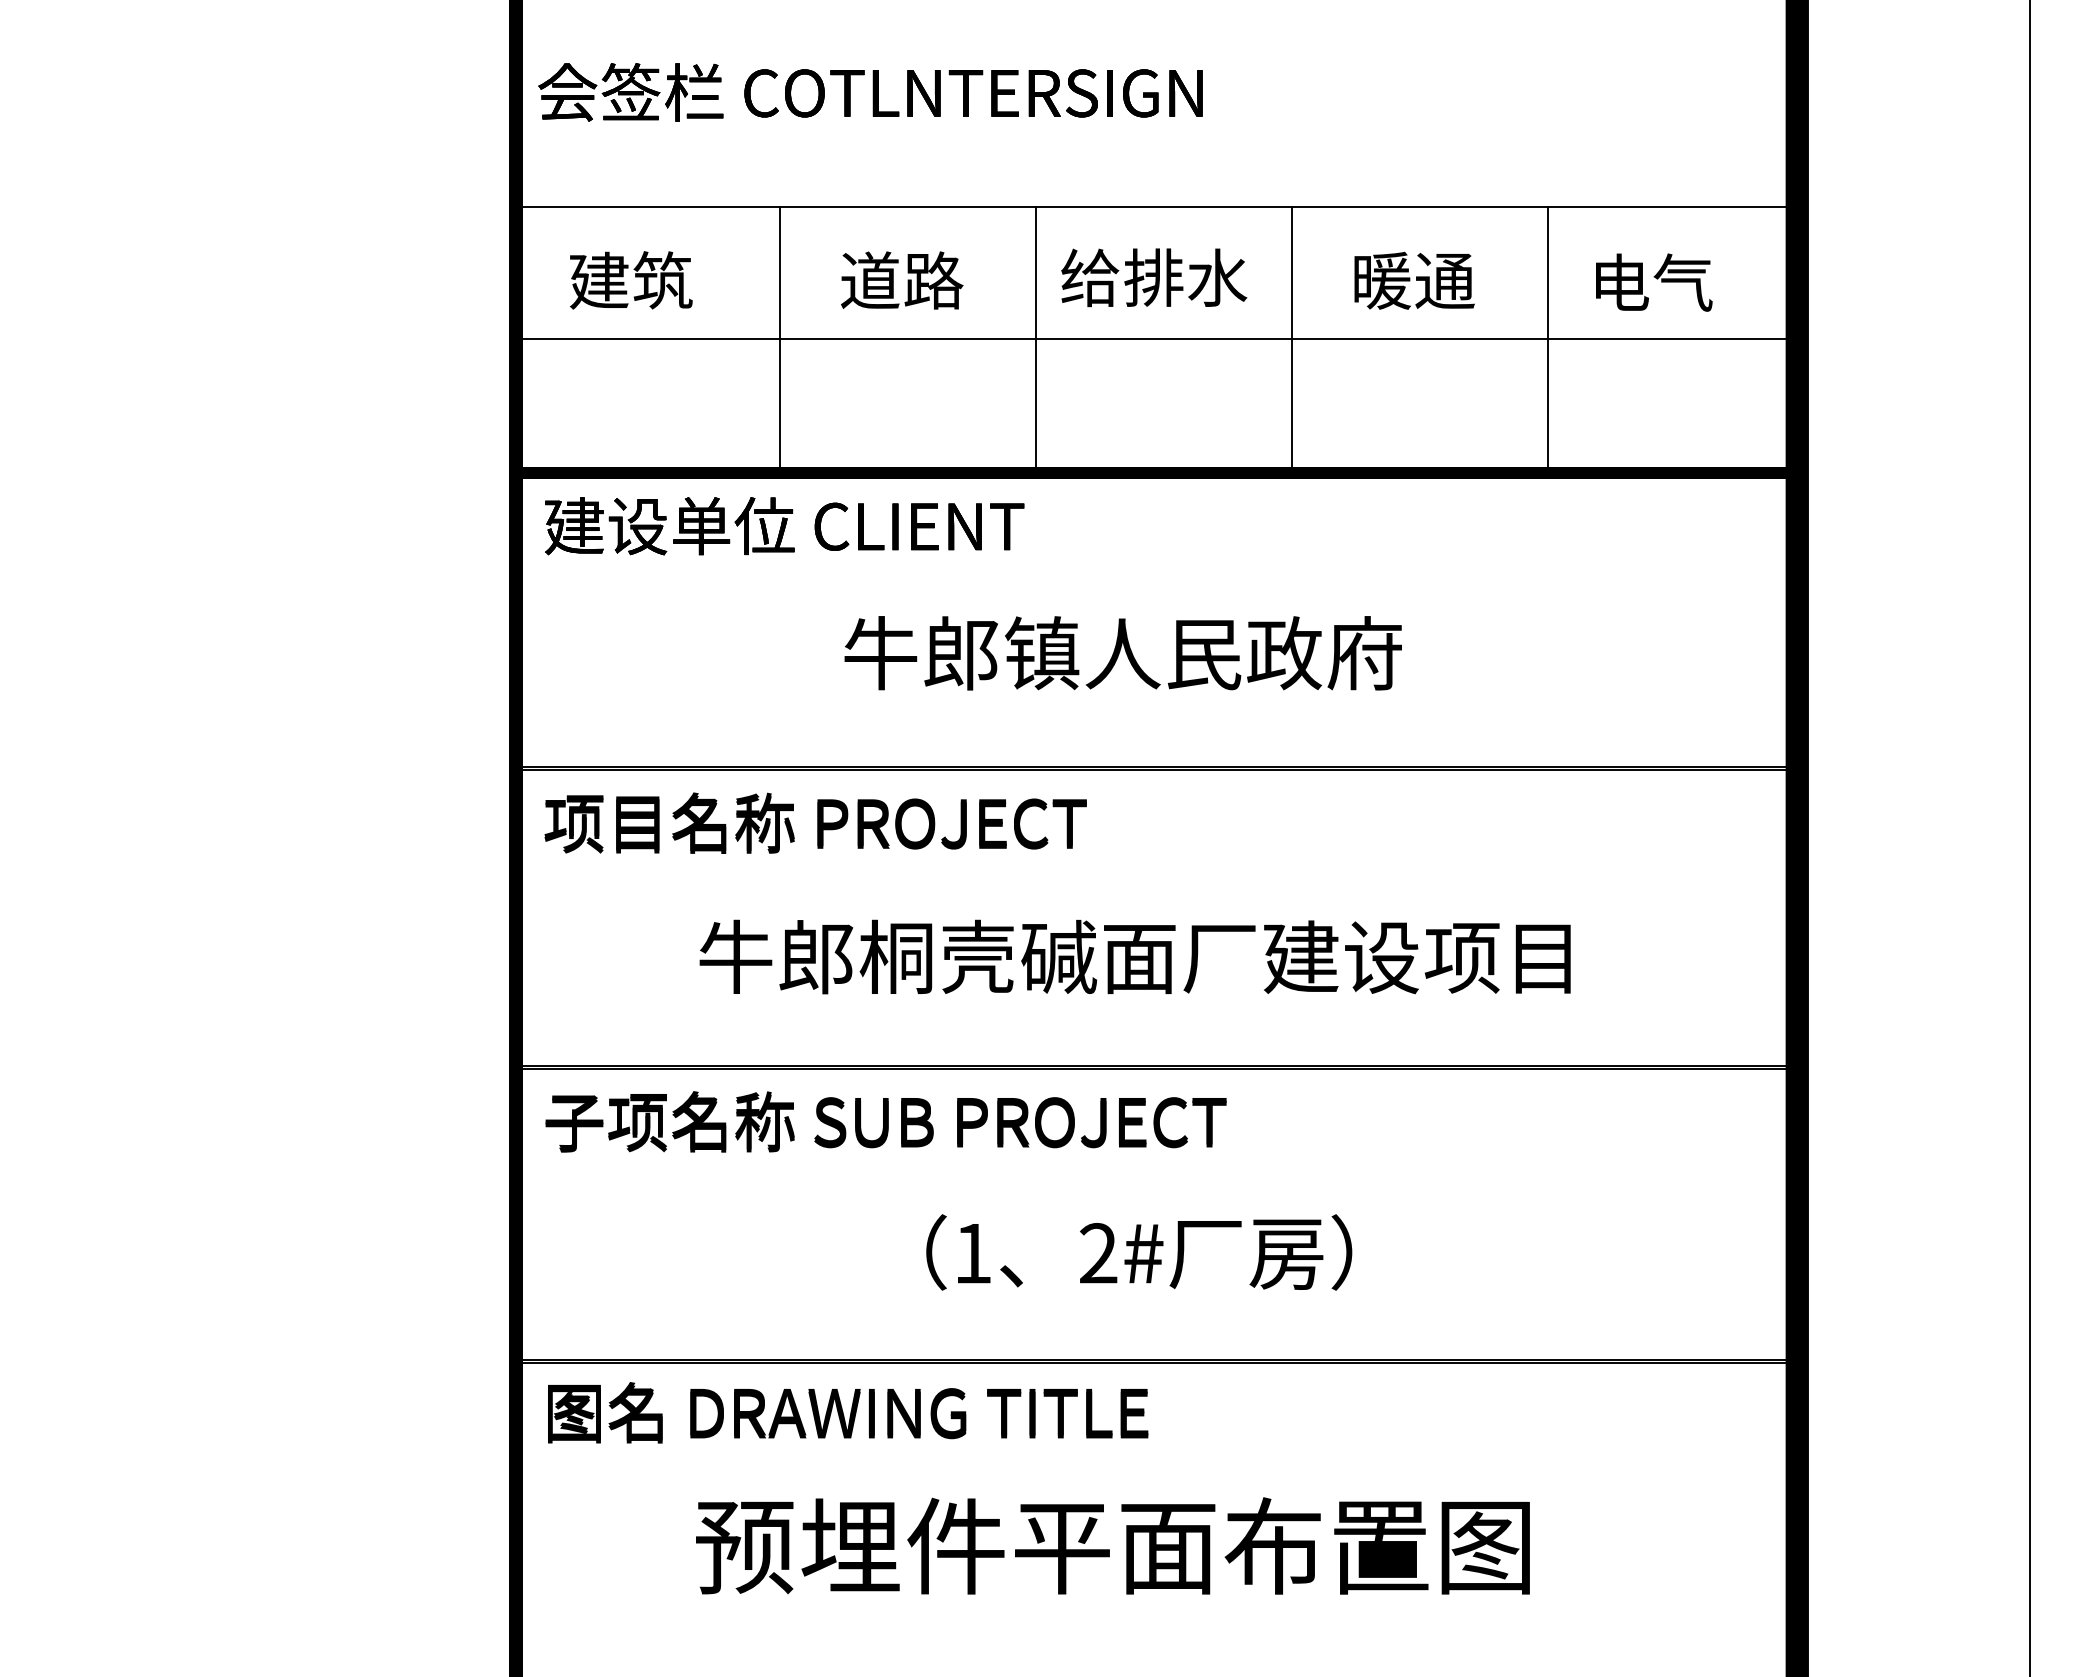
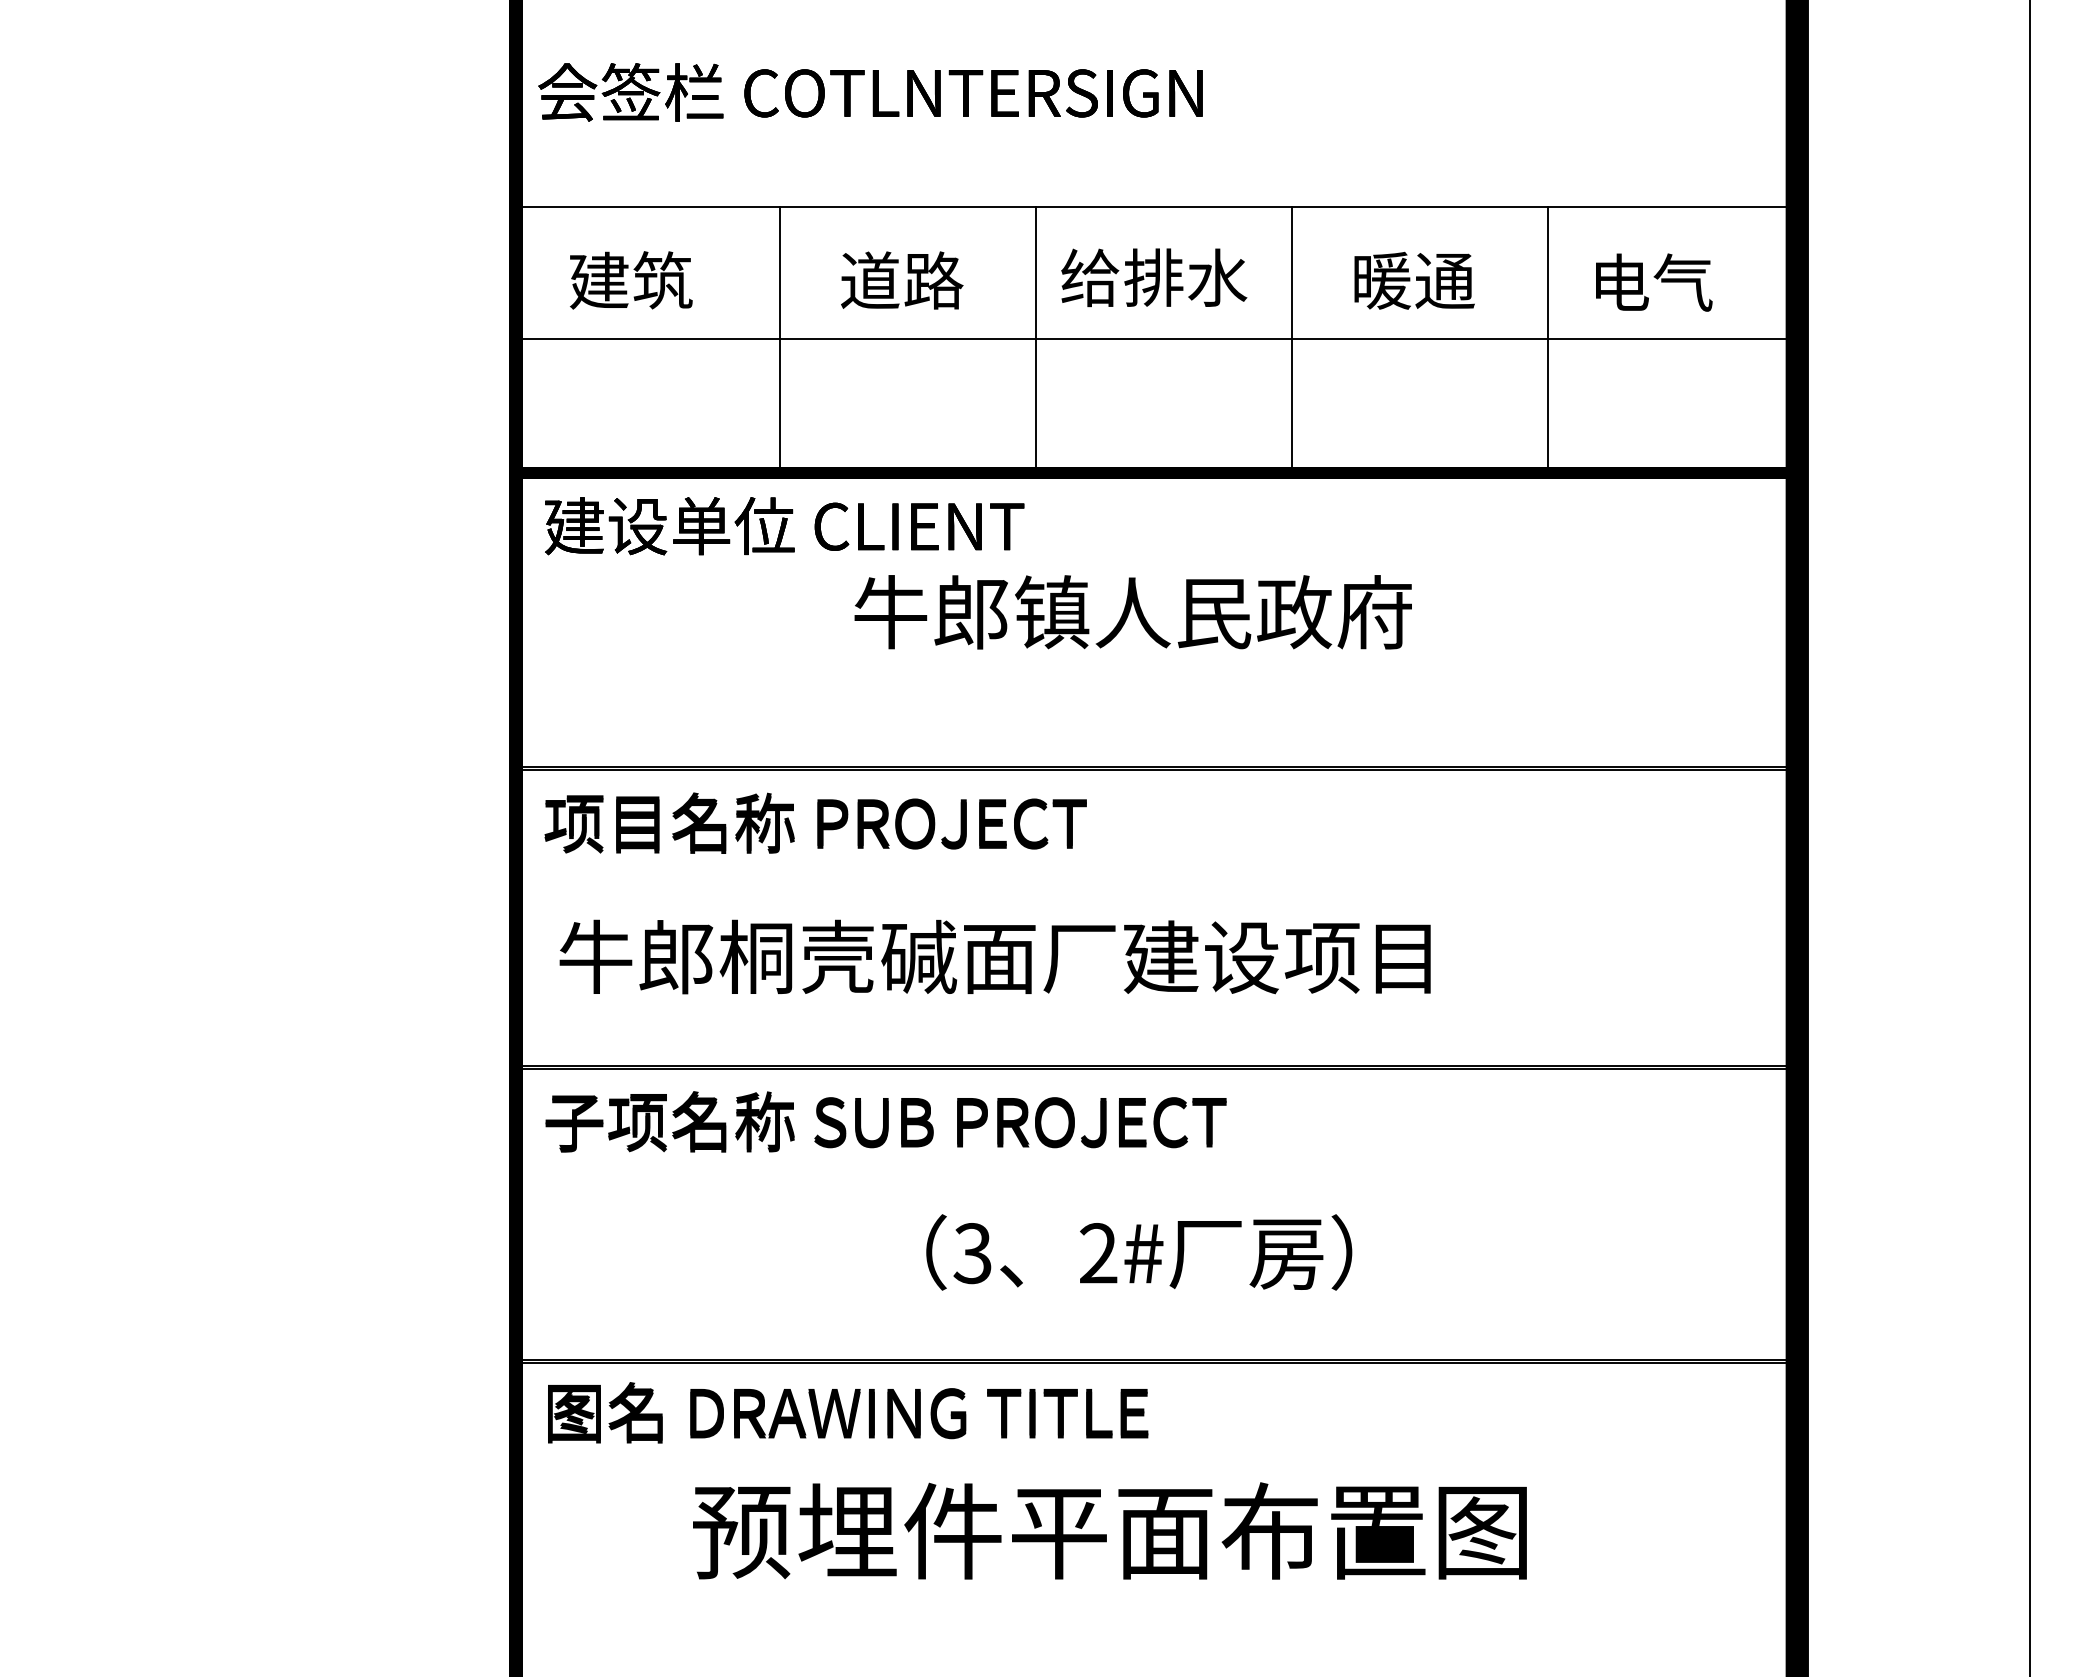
text at (1122, 653) position: (1122, 653) -> (1132, 612)
text at (1134, 956) position: (1134, 956) -> (994, 956)
text at (972, 1253): 1 -> 3
text at (1112, 1545) position: (1112, 1545) -> (1109, 1530)
